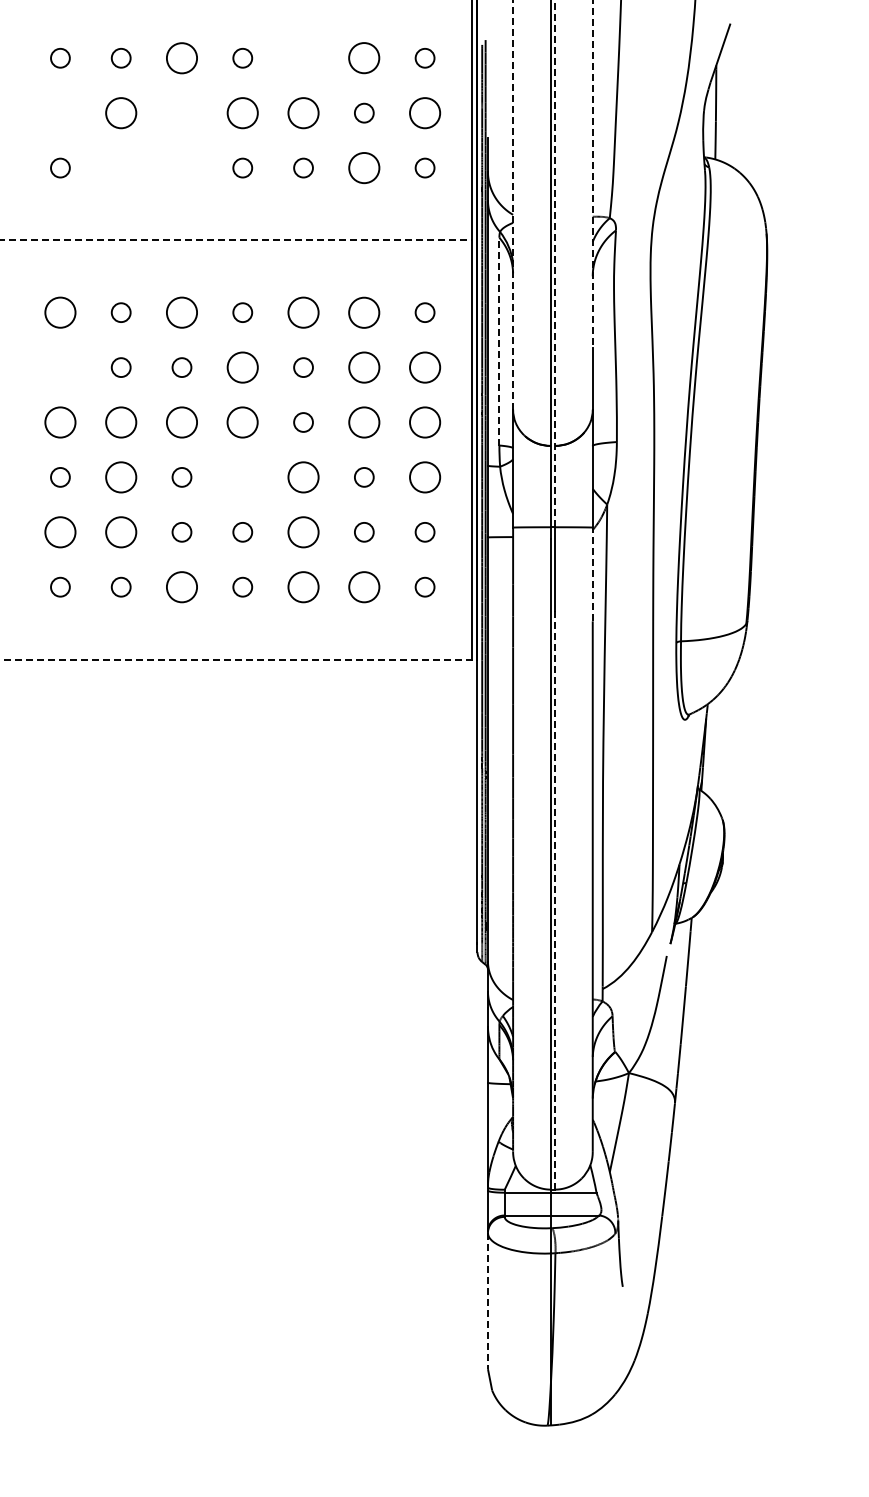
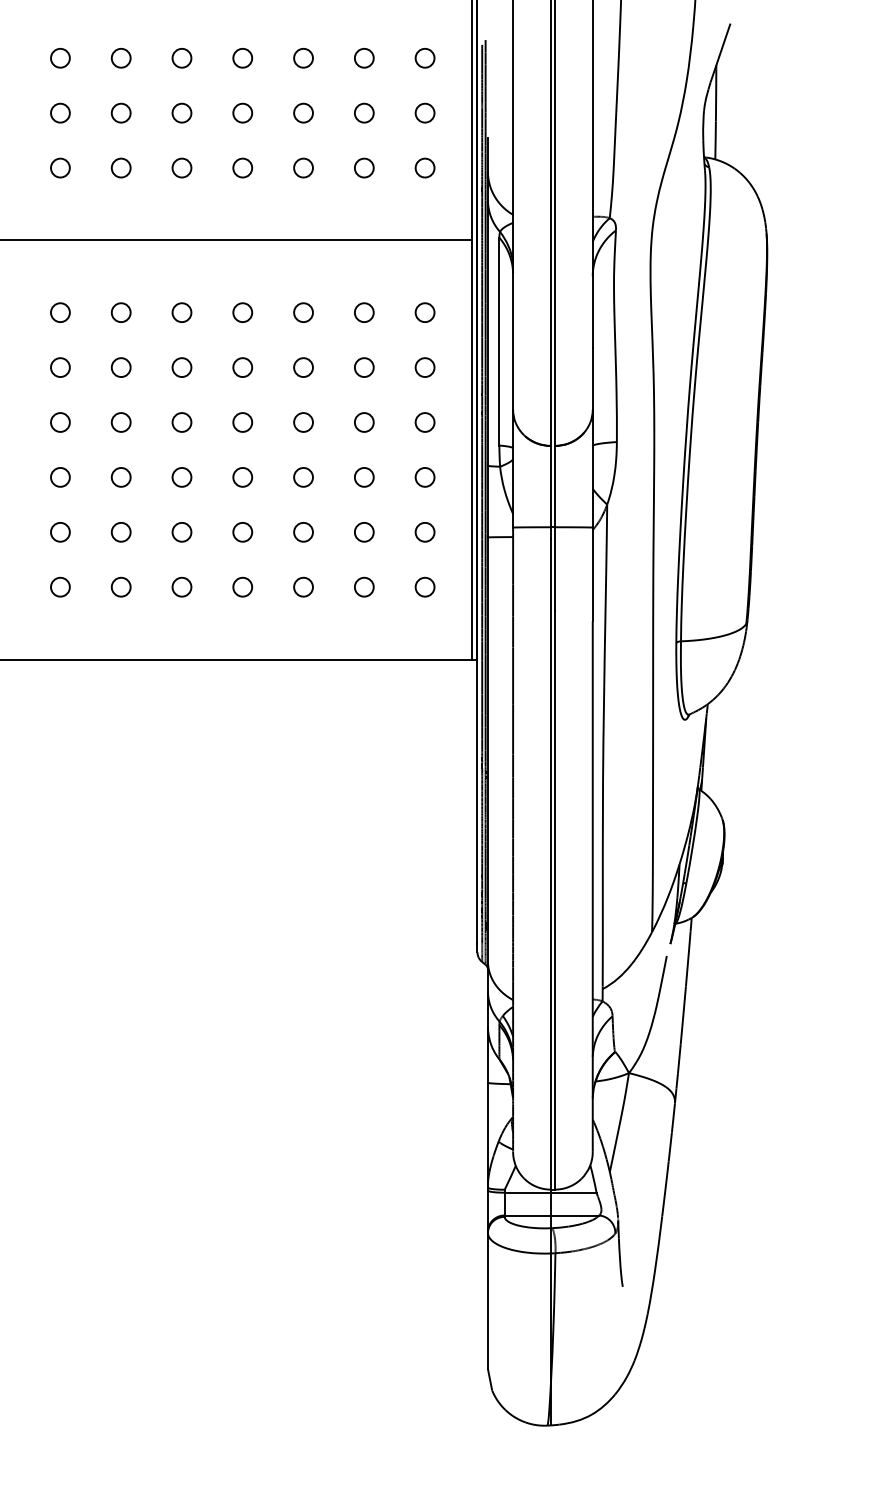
circle at (181, 58) diameter: 30 px -> 19 px
circle at (303, 58): none -> present
circle at (364, 58) size: 33x33 px -> 21x21 px
circle at (60, 112): none -> present
circle at (181, 112): none -> present
circle at (121, 113) diameter: 30 px -> 19 px
circle at (242, 113) diameter: 30 px -> 19 px
circle at (303, 113) diameter: 30 px -> 19 px
circle at (425, 113) diameter: 30 px -> 19 px
circle at (120, 167): none -> present
circle at (181, 167): none -> present
circle at (364, 168) diameter: 30 px -> 19 px
line at (592, 174): dashed -> solid
line at (513, 204): dashed -> solid
line at (236, 240): dashed -> solid
line at (555, 263): dashed -> solid
circle at (60, 312) diameter: 30 px -> 19 px
circle at (181, 312) diameter: 30 px -> 19 px
circle at (303, 312) diameter: 30 px -> 19 px
circle at (364, 312) size: 33x33 px -> 21x21 px
line at (499, 341): dashed -> solid
circle at (60, 367): none -> present
circle at (242, 367) diameter: 30 px -> 19 px
circle at (364, 367) diameter: 30 px -> 19 px
circle at (425, 367) diameter: 30 px -> 19 px
circle at (60, 422) diameter: 30 px -> 19 px
circle at (121, 422) diameter: 30 px -> 19 px
circle at (181, 422) diameter: 30 px -> 19 px
circle at (242, 422) size: 33x33 px -> 22x21 px
circle at (364, 422) diameter: 30 px -> 19 px
circle at (425, 422) diameter: 30 px -> 19 px
circle at (121, 477) diameter: 30 px -> 19 px
circle at (242, 477): none -> present
circle at (303, 477) diameter: 30 px -> 19 px
circle at (425, 477) diameter: 30 px -> 19 px
circle at (60, 532) diameter: 30 px -> 19 px
circle at (121, 532) diameter: 30 px -> 19 px
circle at (303, 532) diameter: 30 px -> 19 px
line at (592, 574): dashed -> solid
circle at (181, 587) diameter: 30 px -> 19 px
circle at (303, 587) diameter: 30 px -> 19 px
circle at (364, 587) diameter: 30 px -> 19 px
line at (239, 659): dashed -> solid
line at (555, 899): dashed -> solid
line at (487, 1301): dashed -> solid
